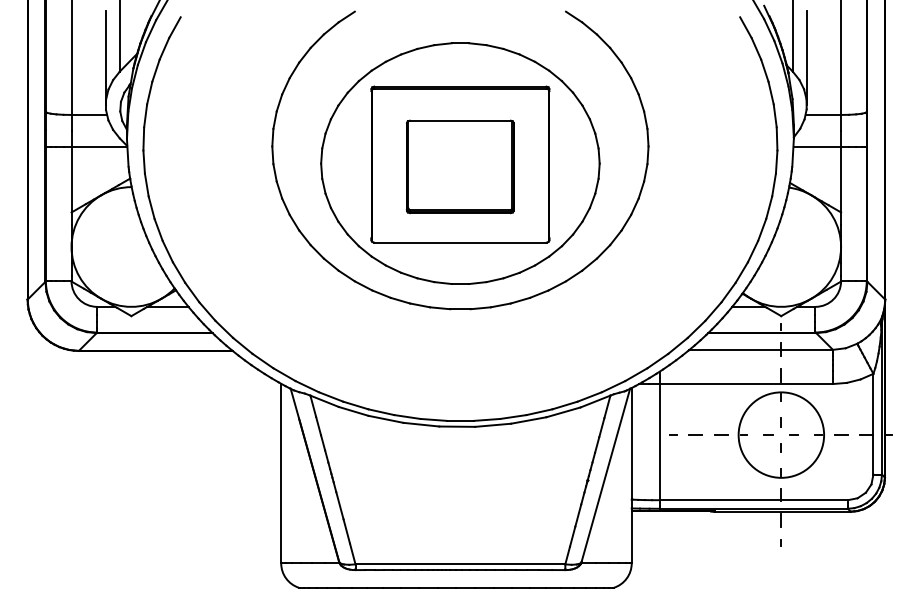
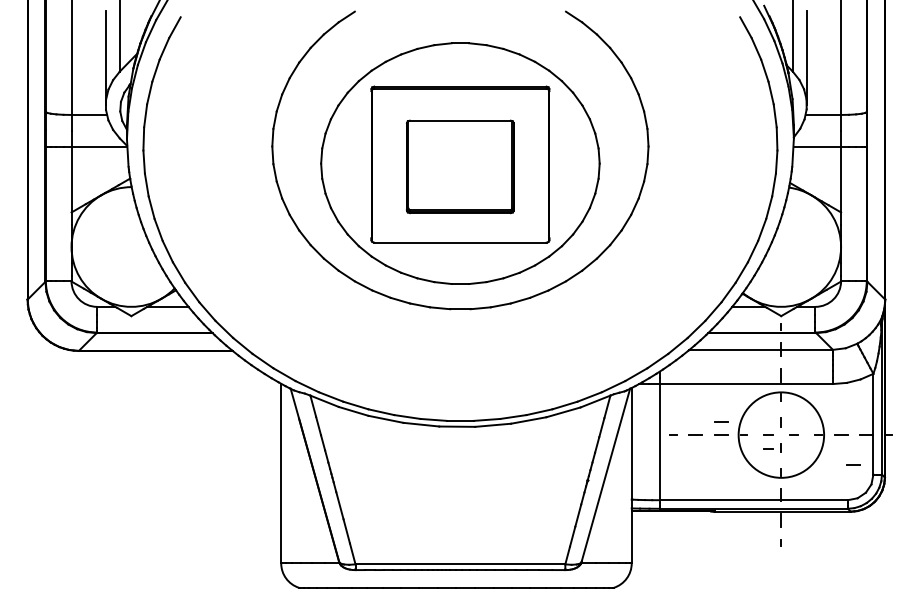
line at (721, 421): none -> present
line at (768, 448): none -> present
line at (853, 464): none -> present
